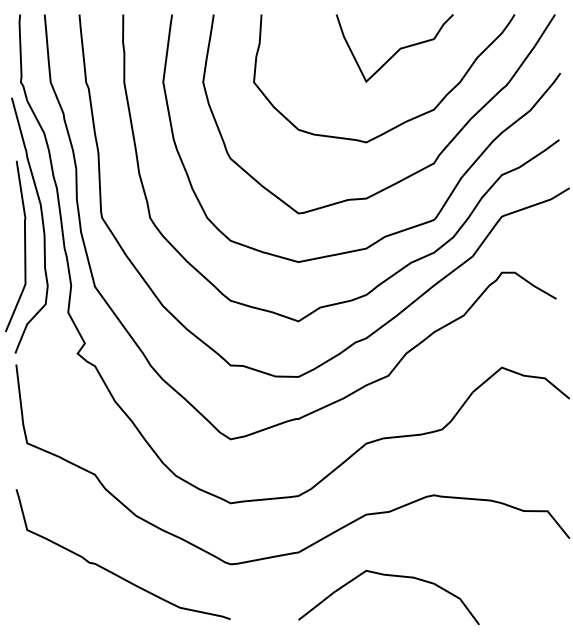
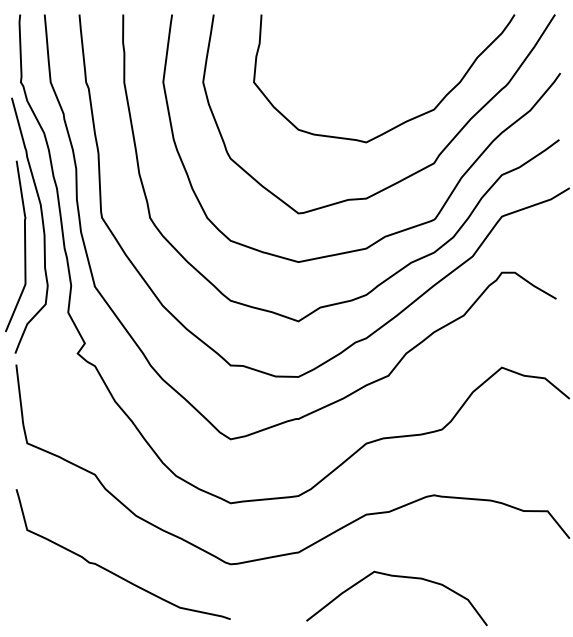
curve at (397, 50): present -> none
curve at (389, 576) position: (389, 576) -> (397, 577)
